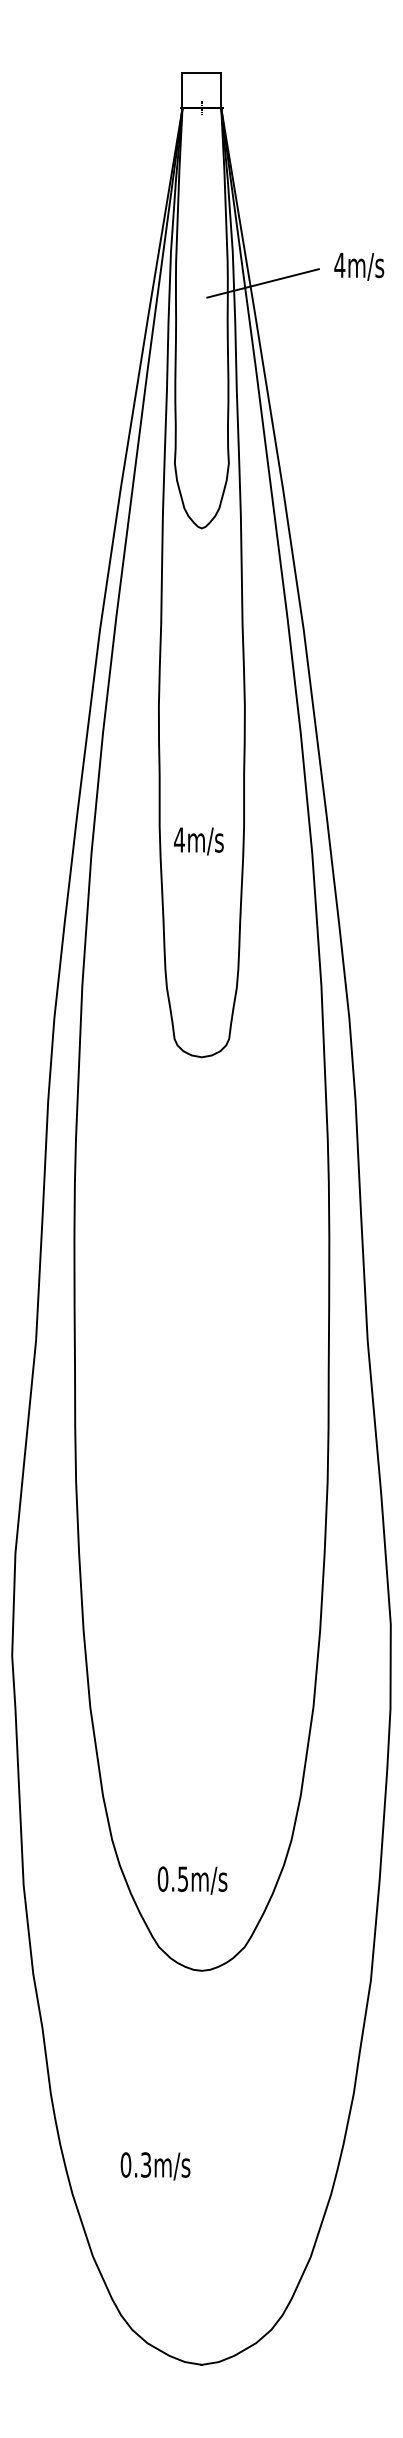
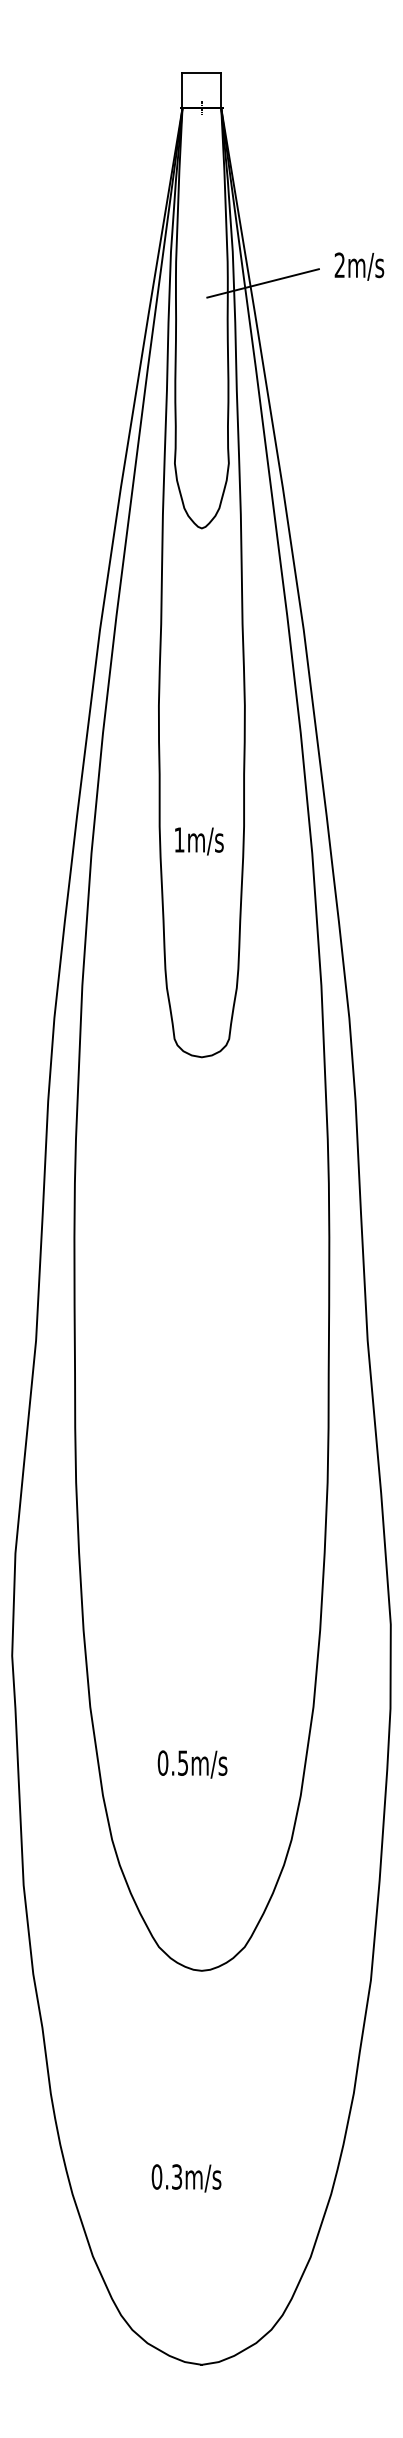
text at (339, 264): 4m/s -> 2m/s
text at (178, 839): 4m/s -> 1m/s
text at (192, 1880) position: (192, 1880) -> (192, 1764)
text at (155, 2166) position: (155, 2166) -> (186, 2178)
